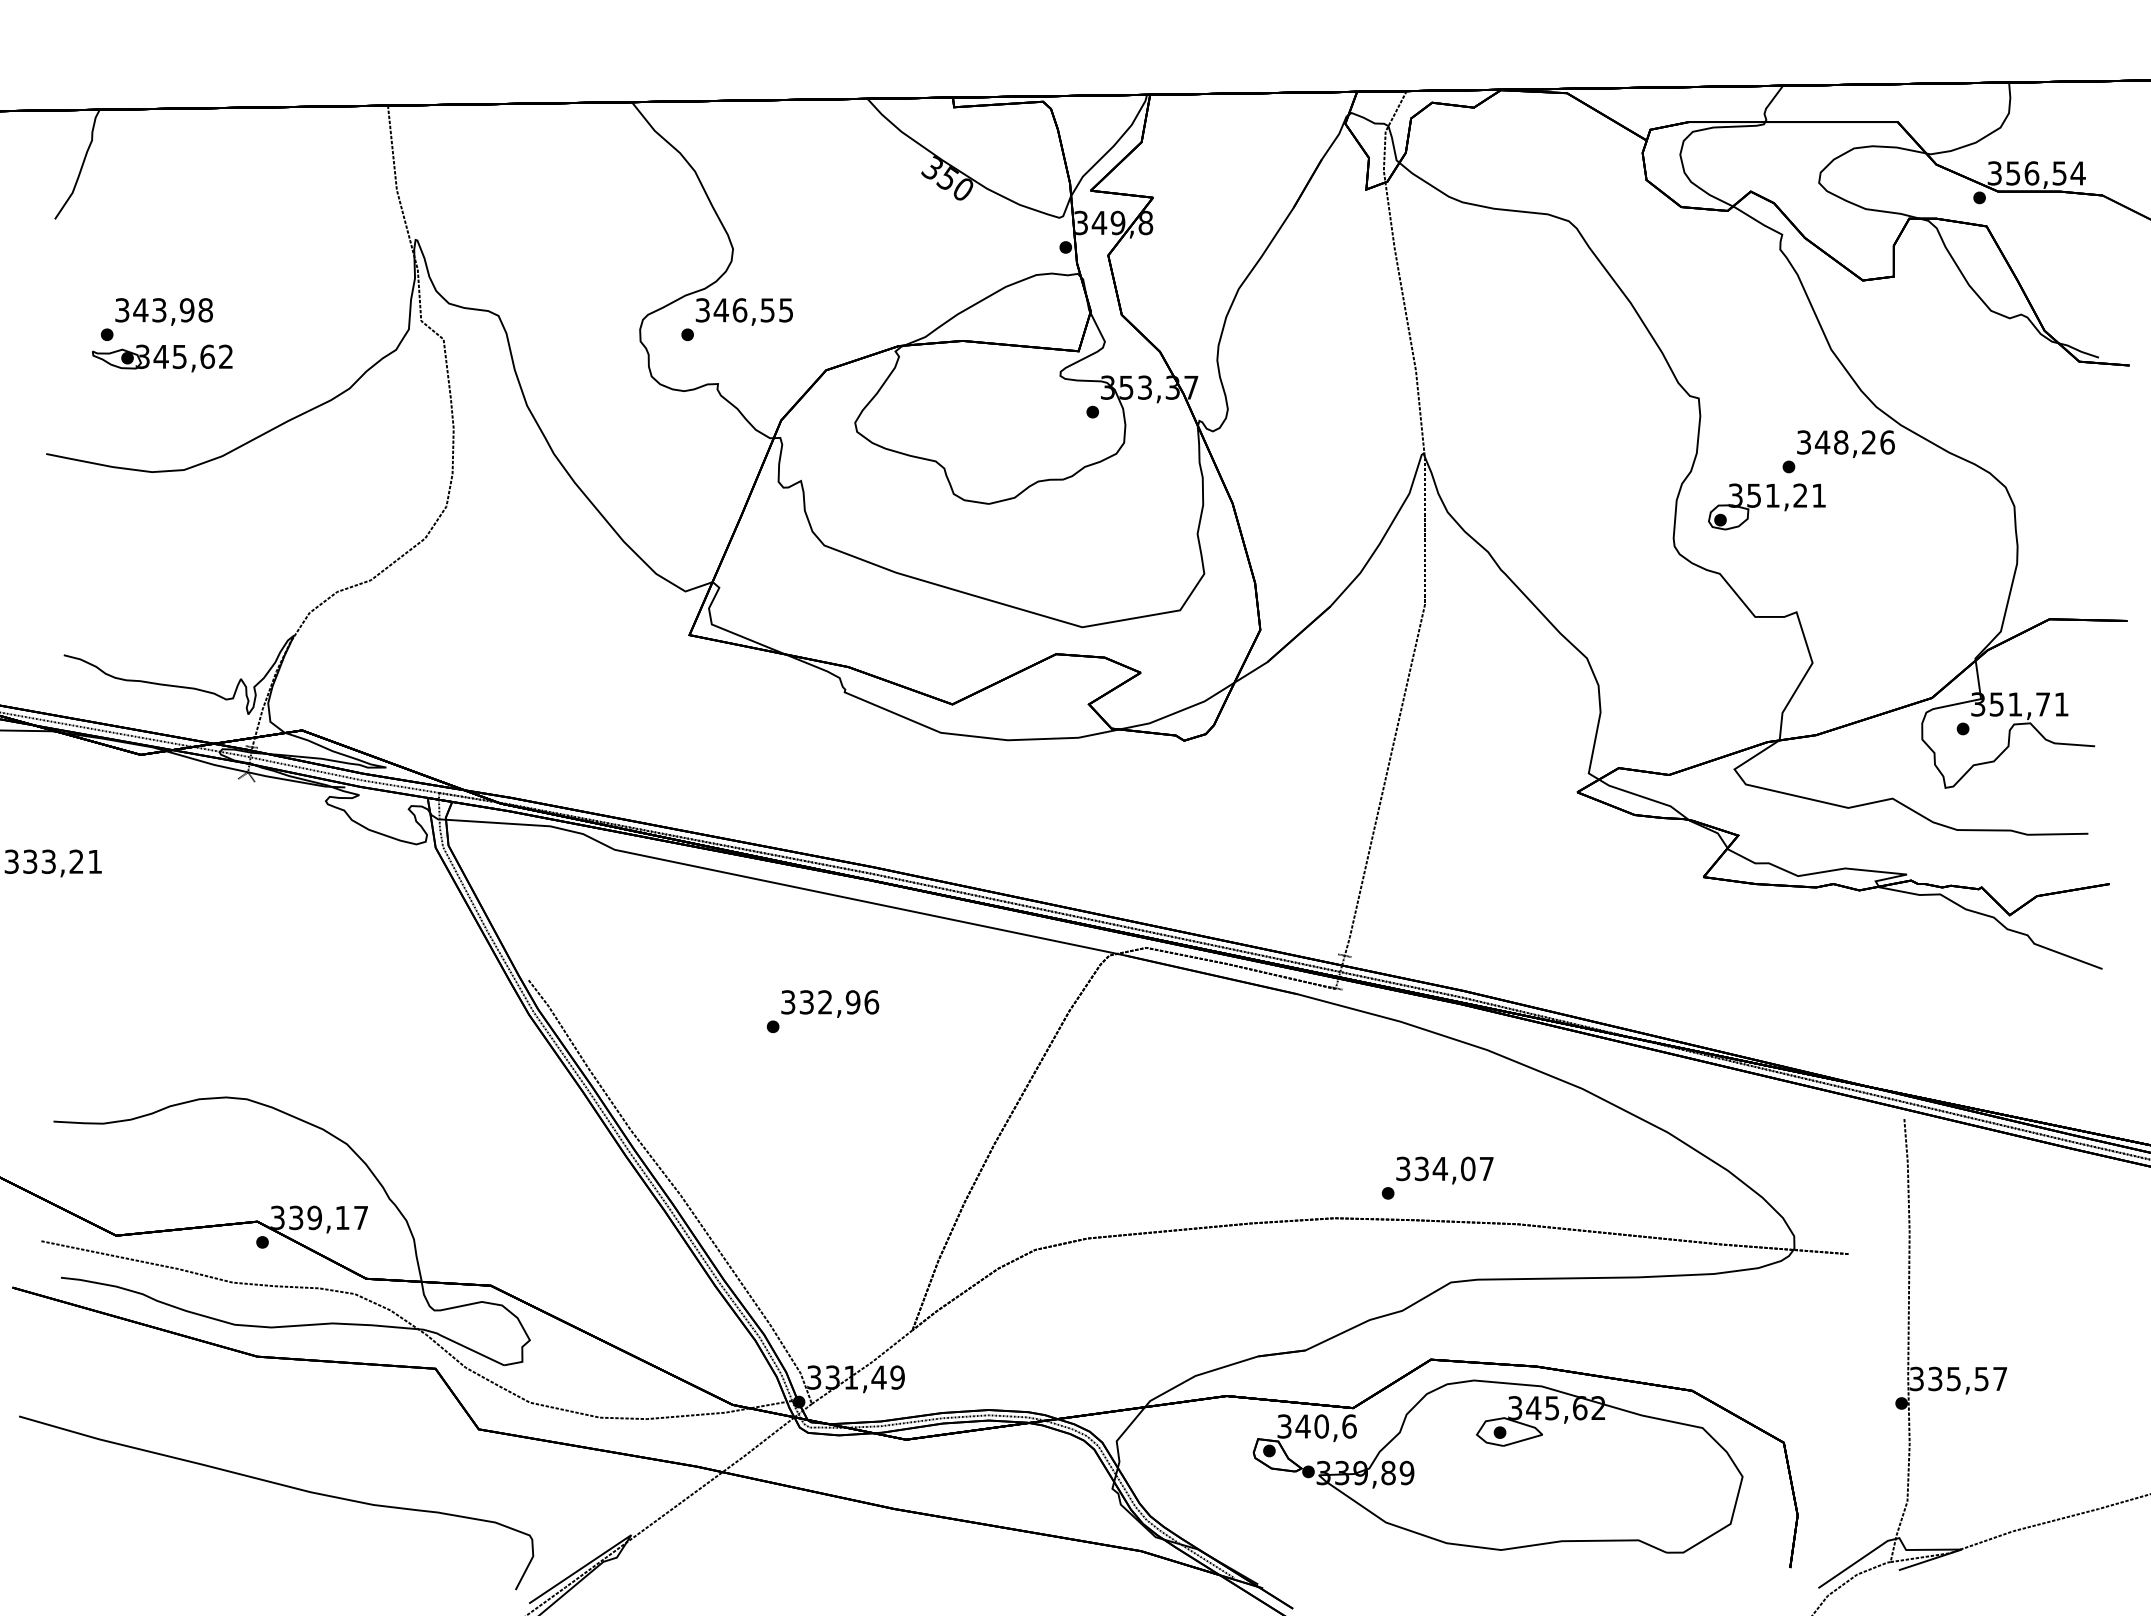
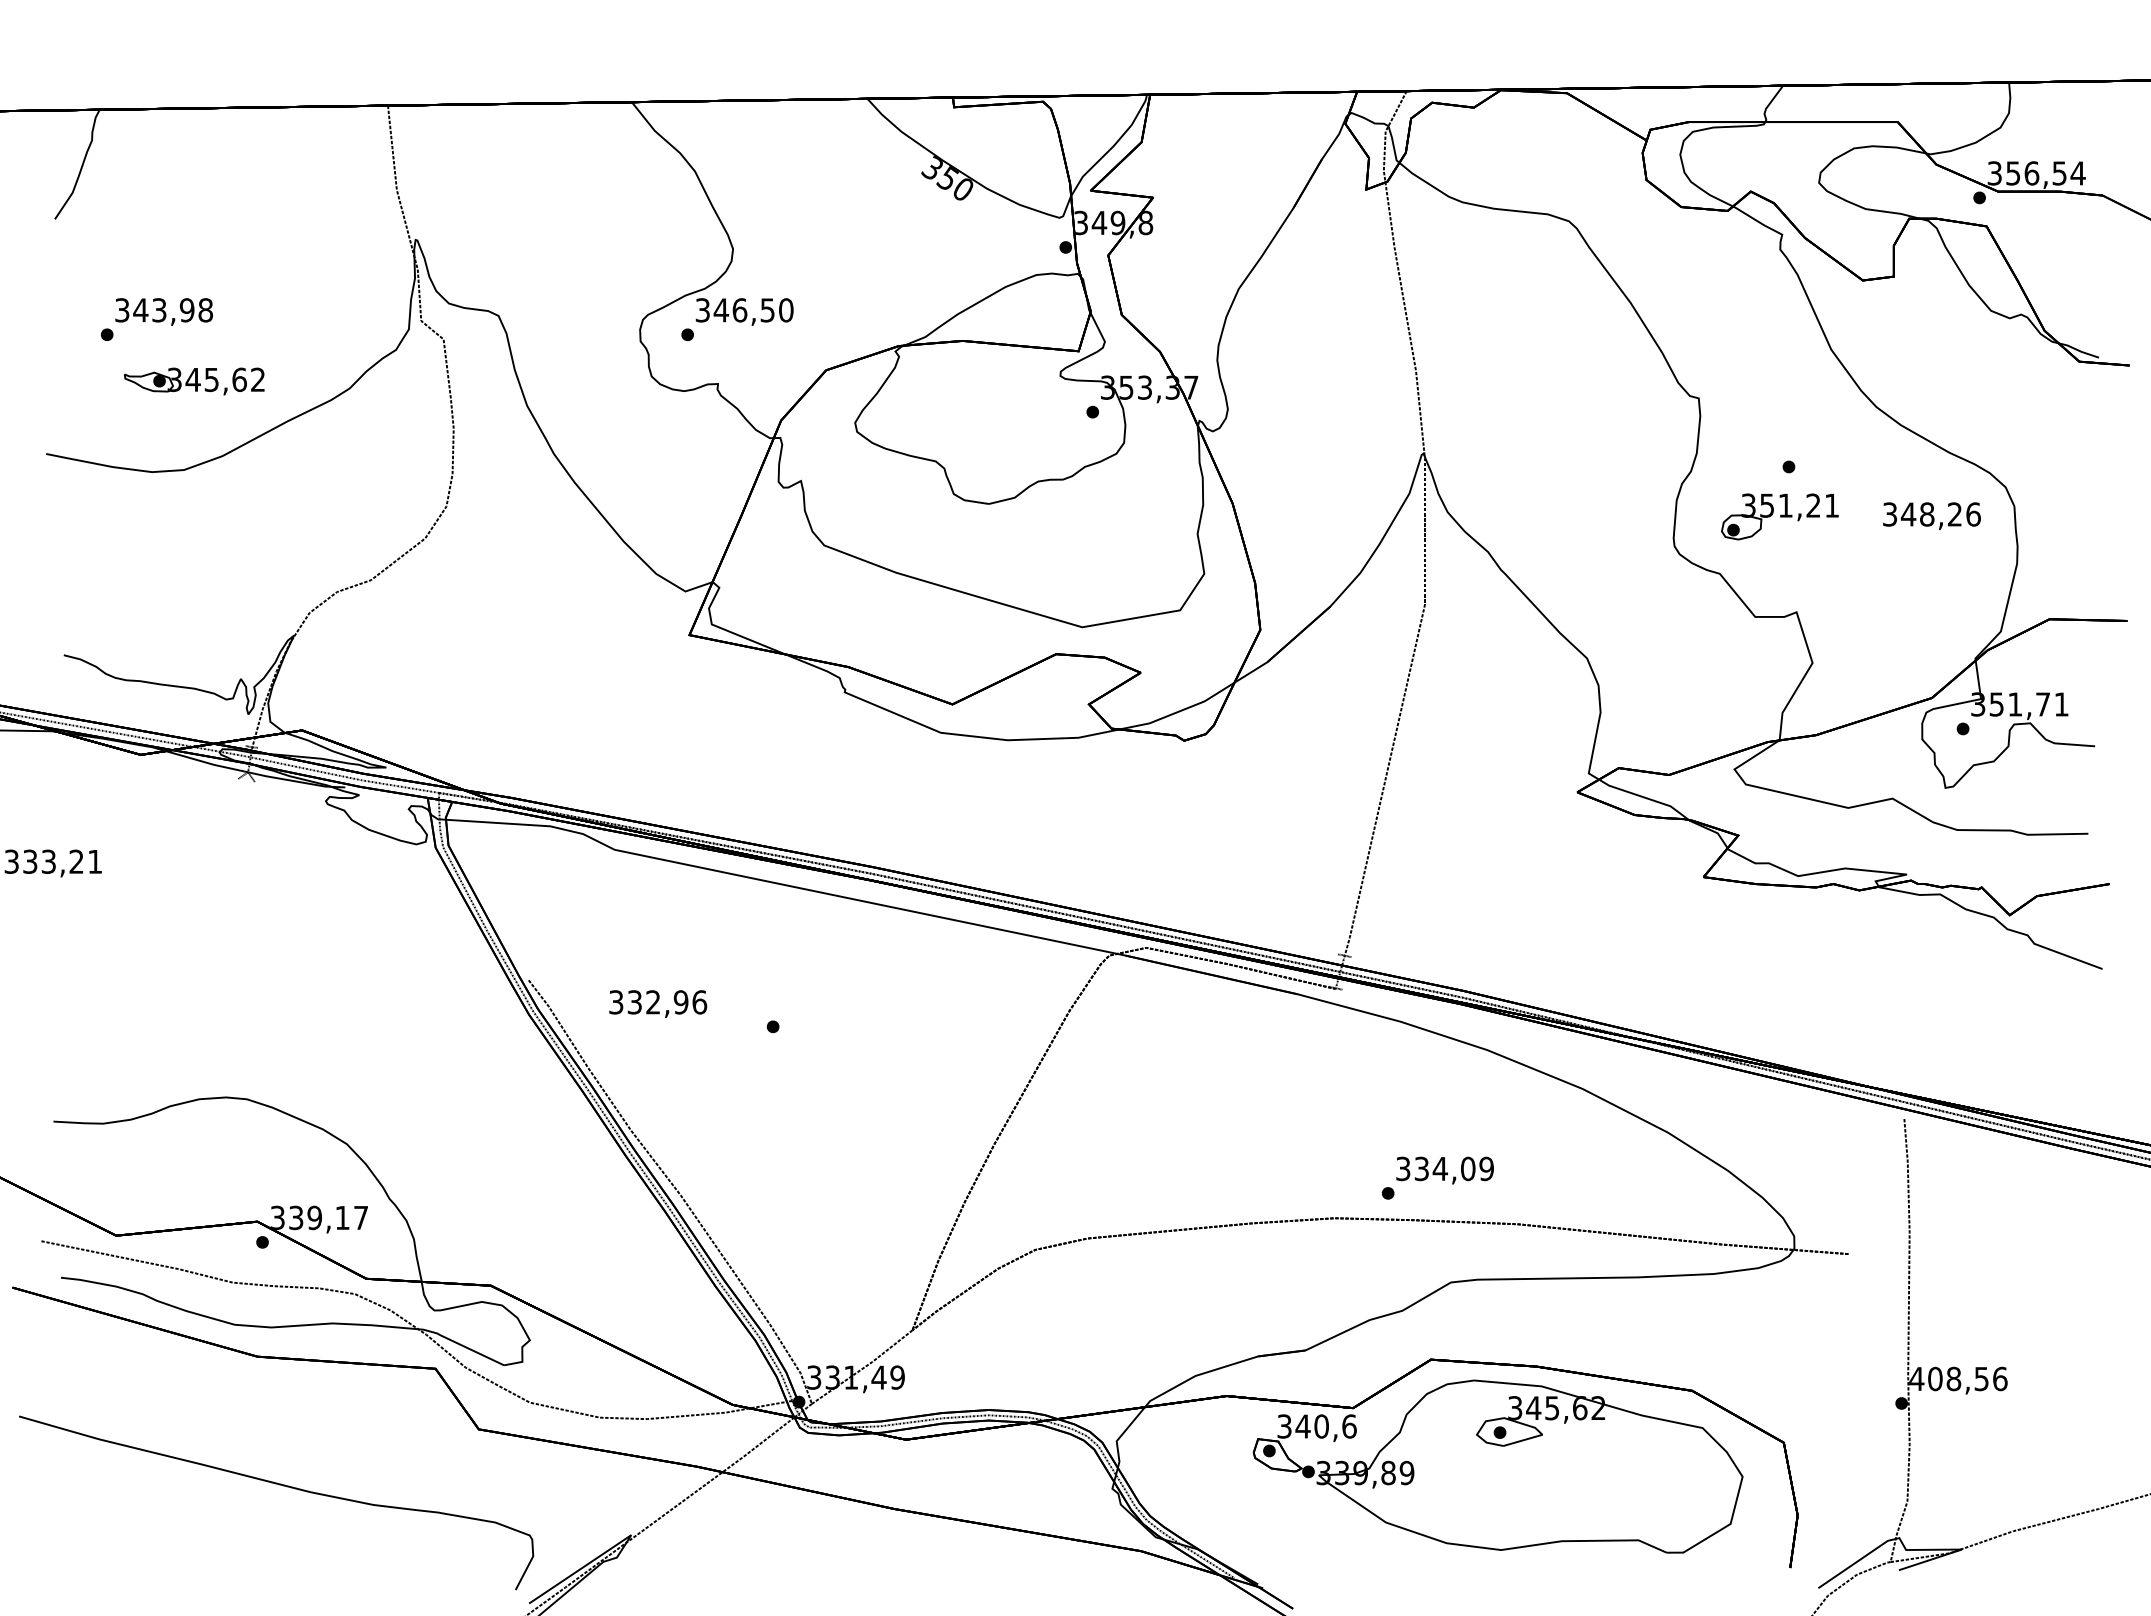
text at (786, 310): 346,55 -> 346,50
part at (162, 358) position: (162, 358) -> (194, 381)
text at (1845, 443) position: (1845, 443) -> (1931, 515)
part at (1766, 506) position: (1766, 506) -> (1779, 516)
text at (830, 1003) position: (830, 1003) -> (658, 1003)
text at (1486, 1168): 334,07 -> 334,09
text at (1958, 1378): 335,57 -> 408,56
